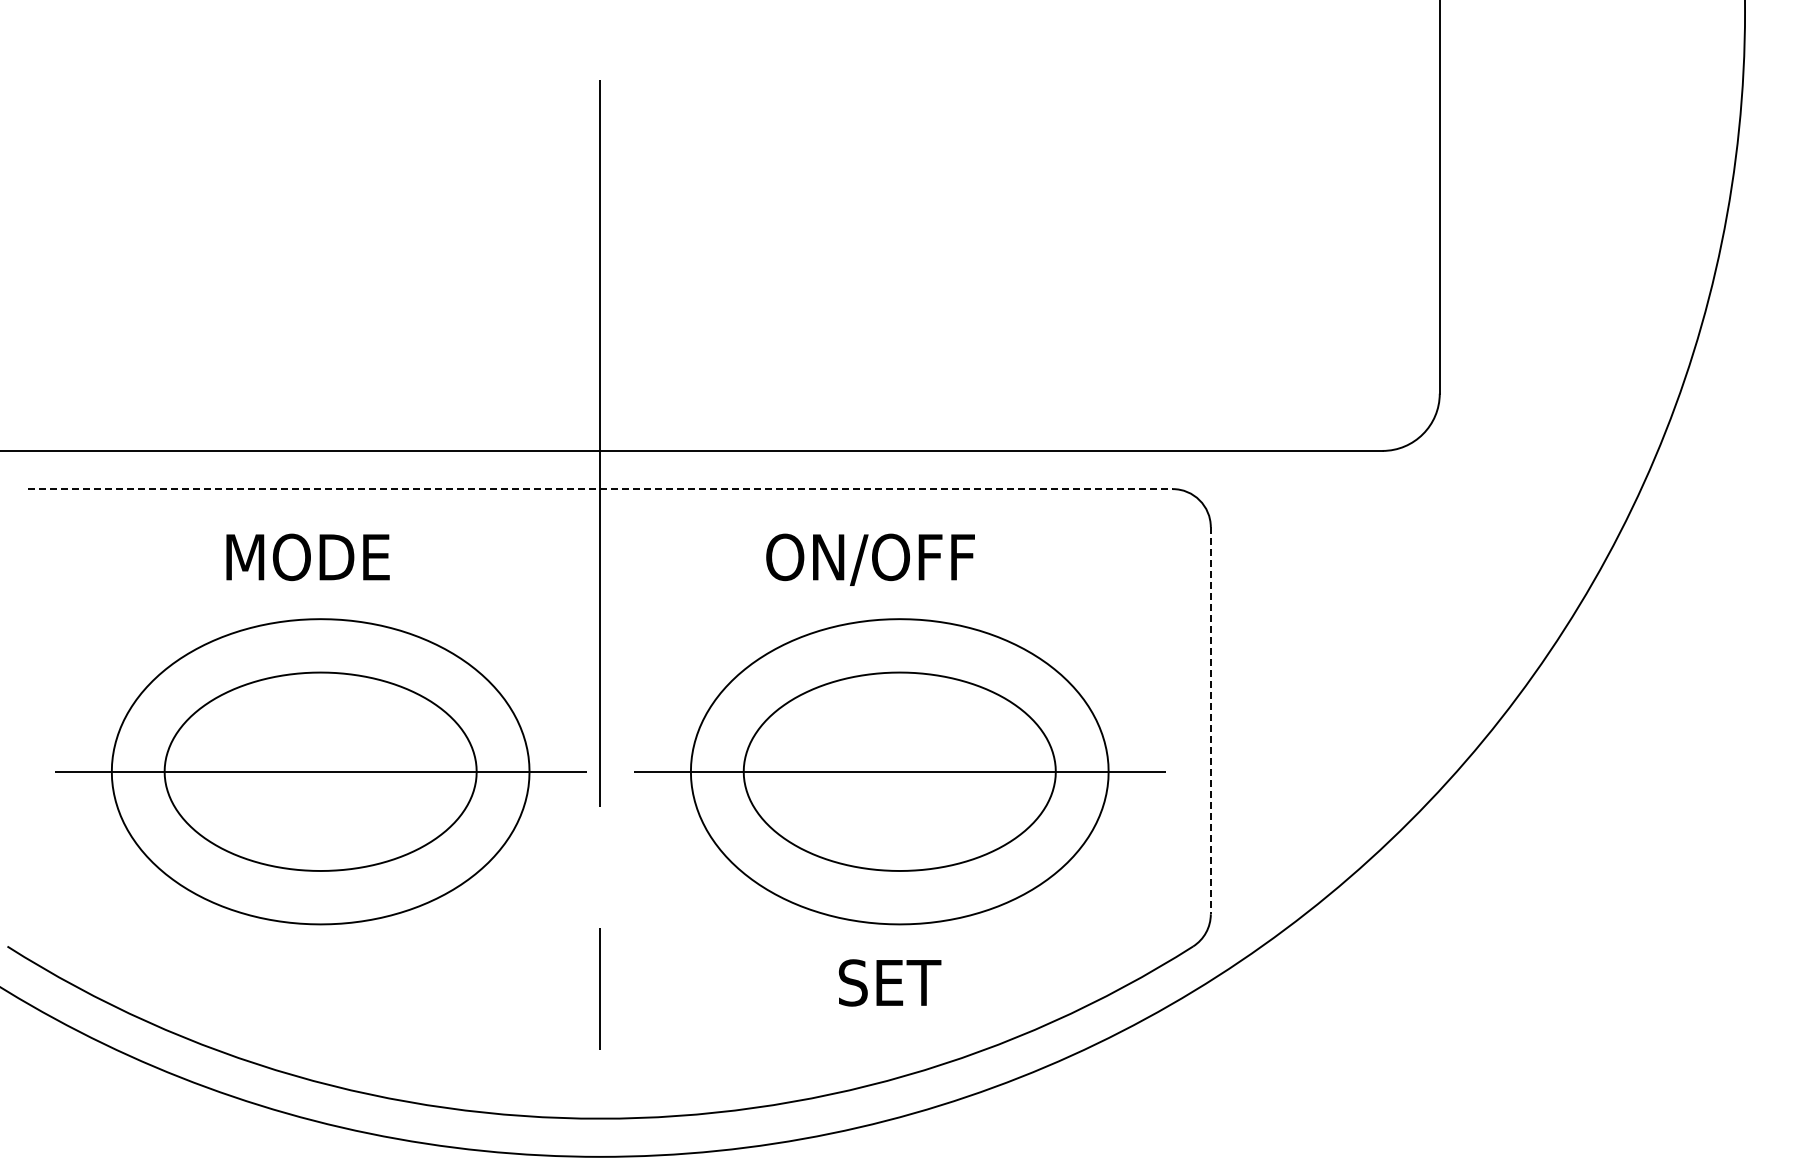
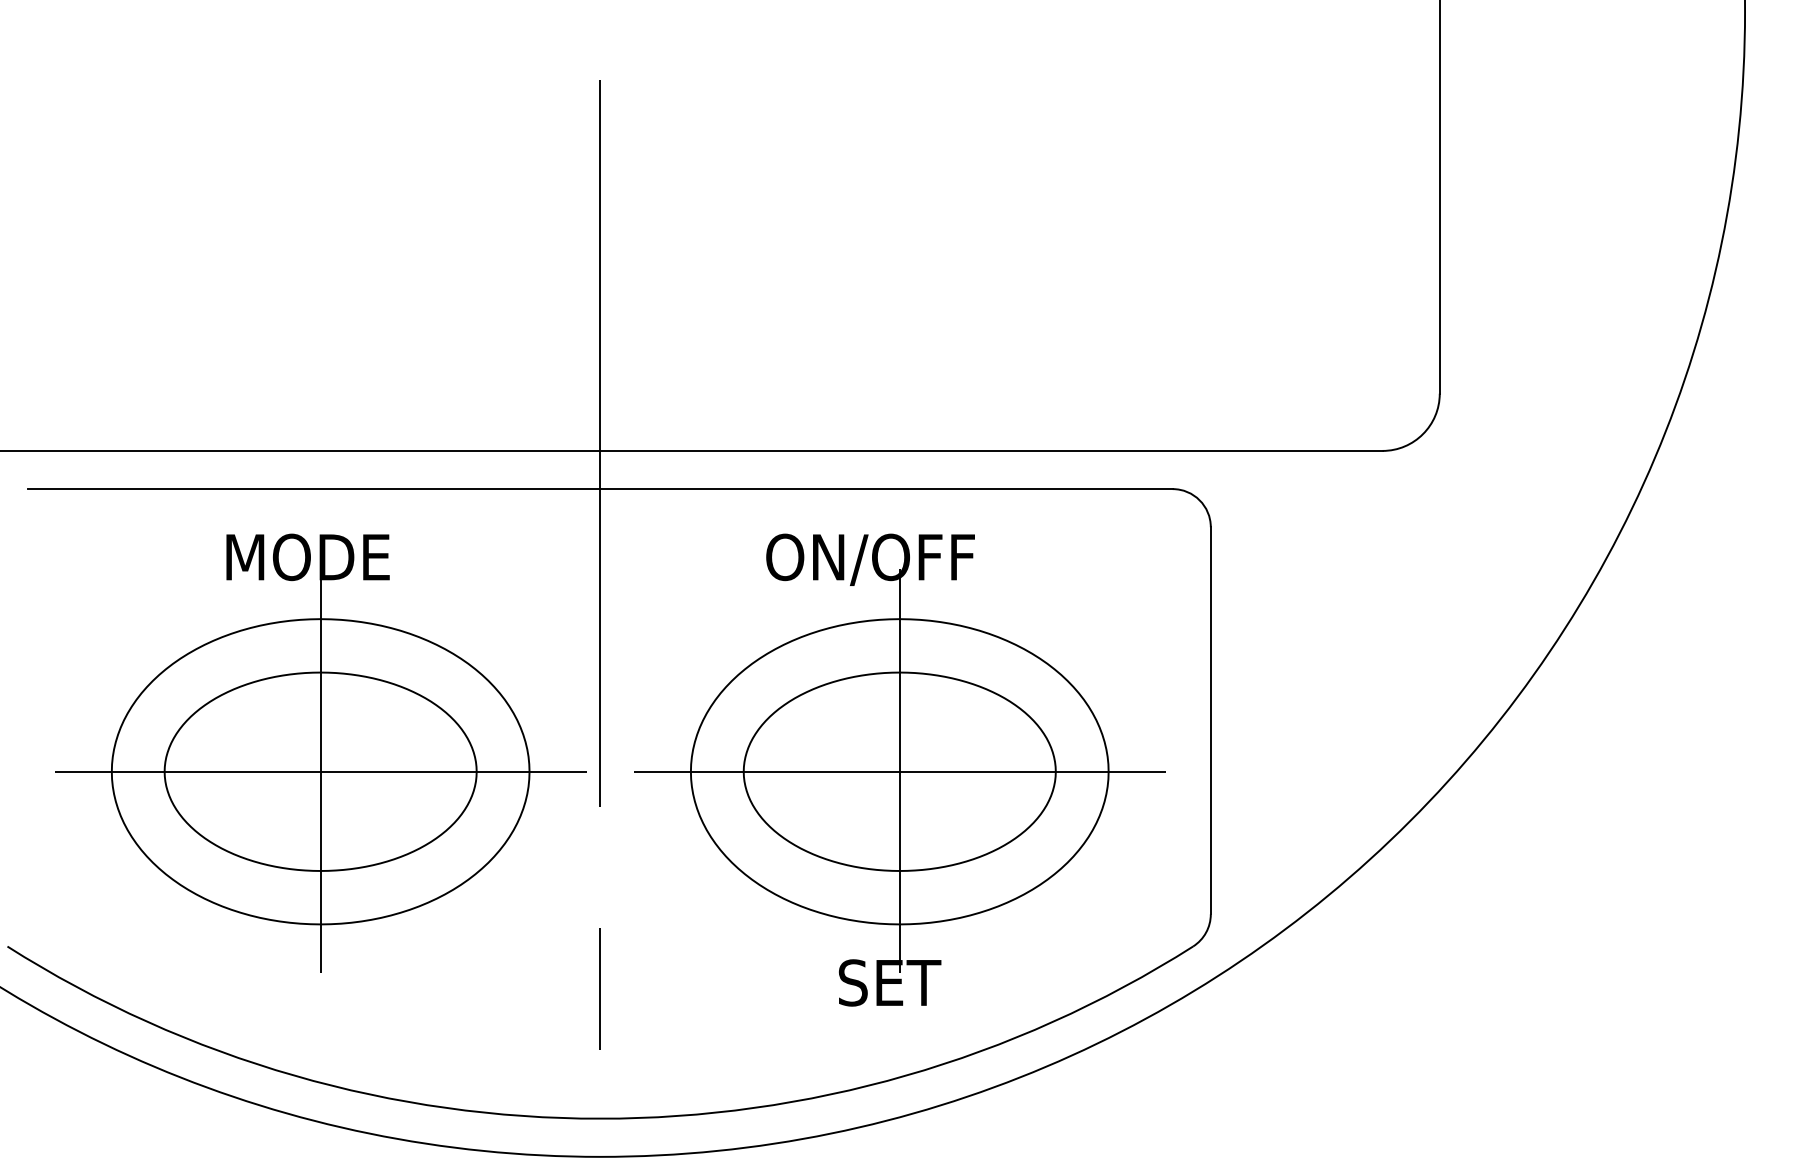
line at (600, 489): dashed -> solid
line at (1210, 720): dashed -> solid
line at (320, 770): none -> present
line at (899, 770): none -> present
